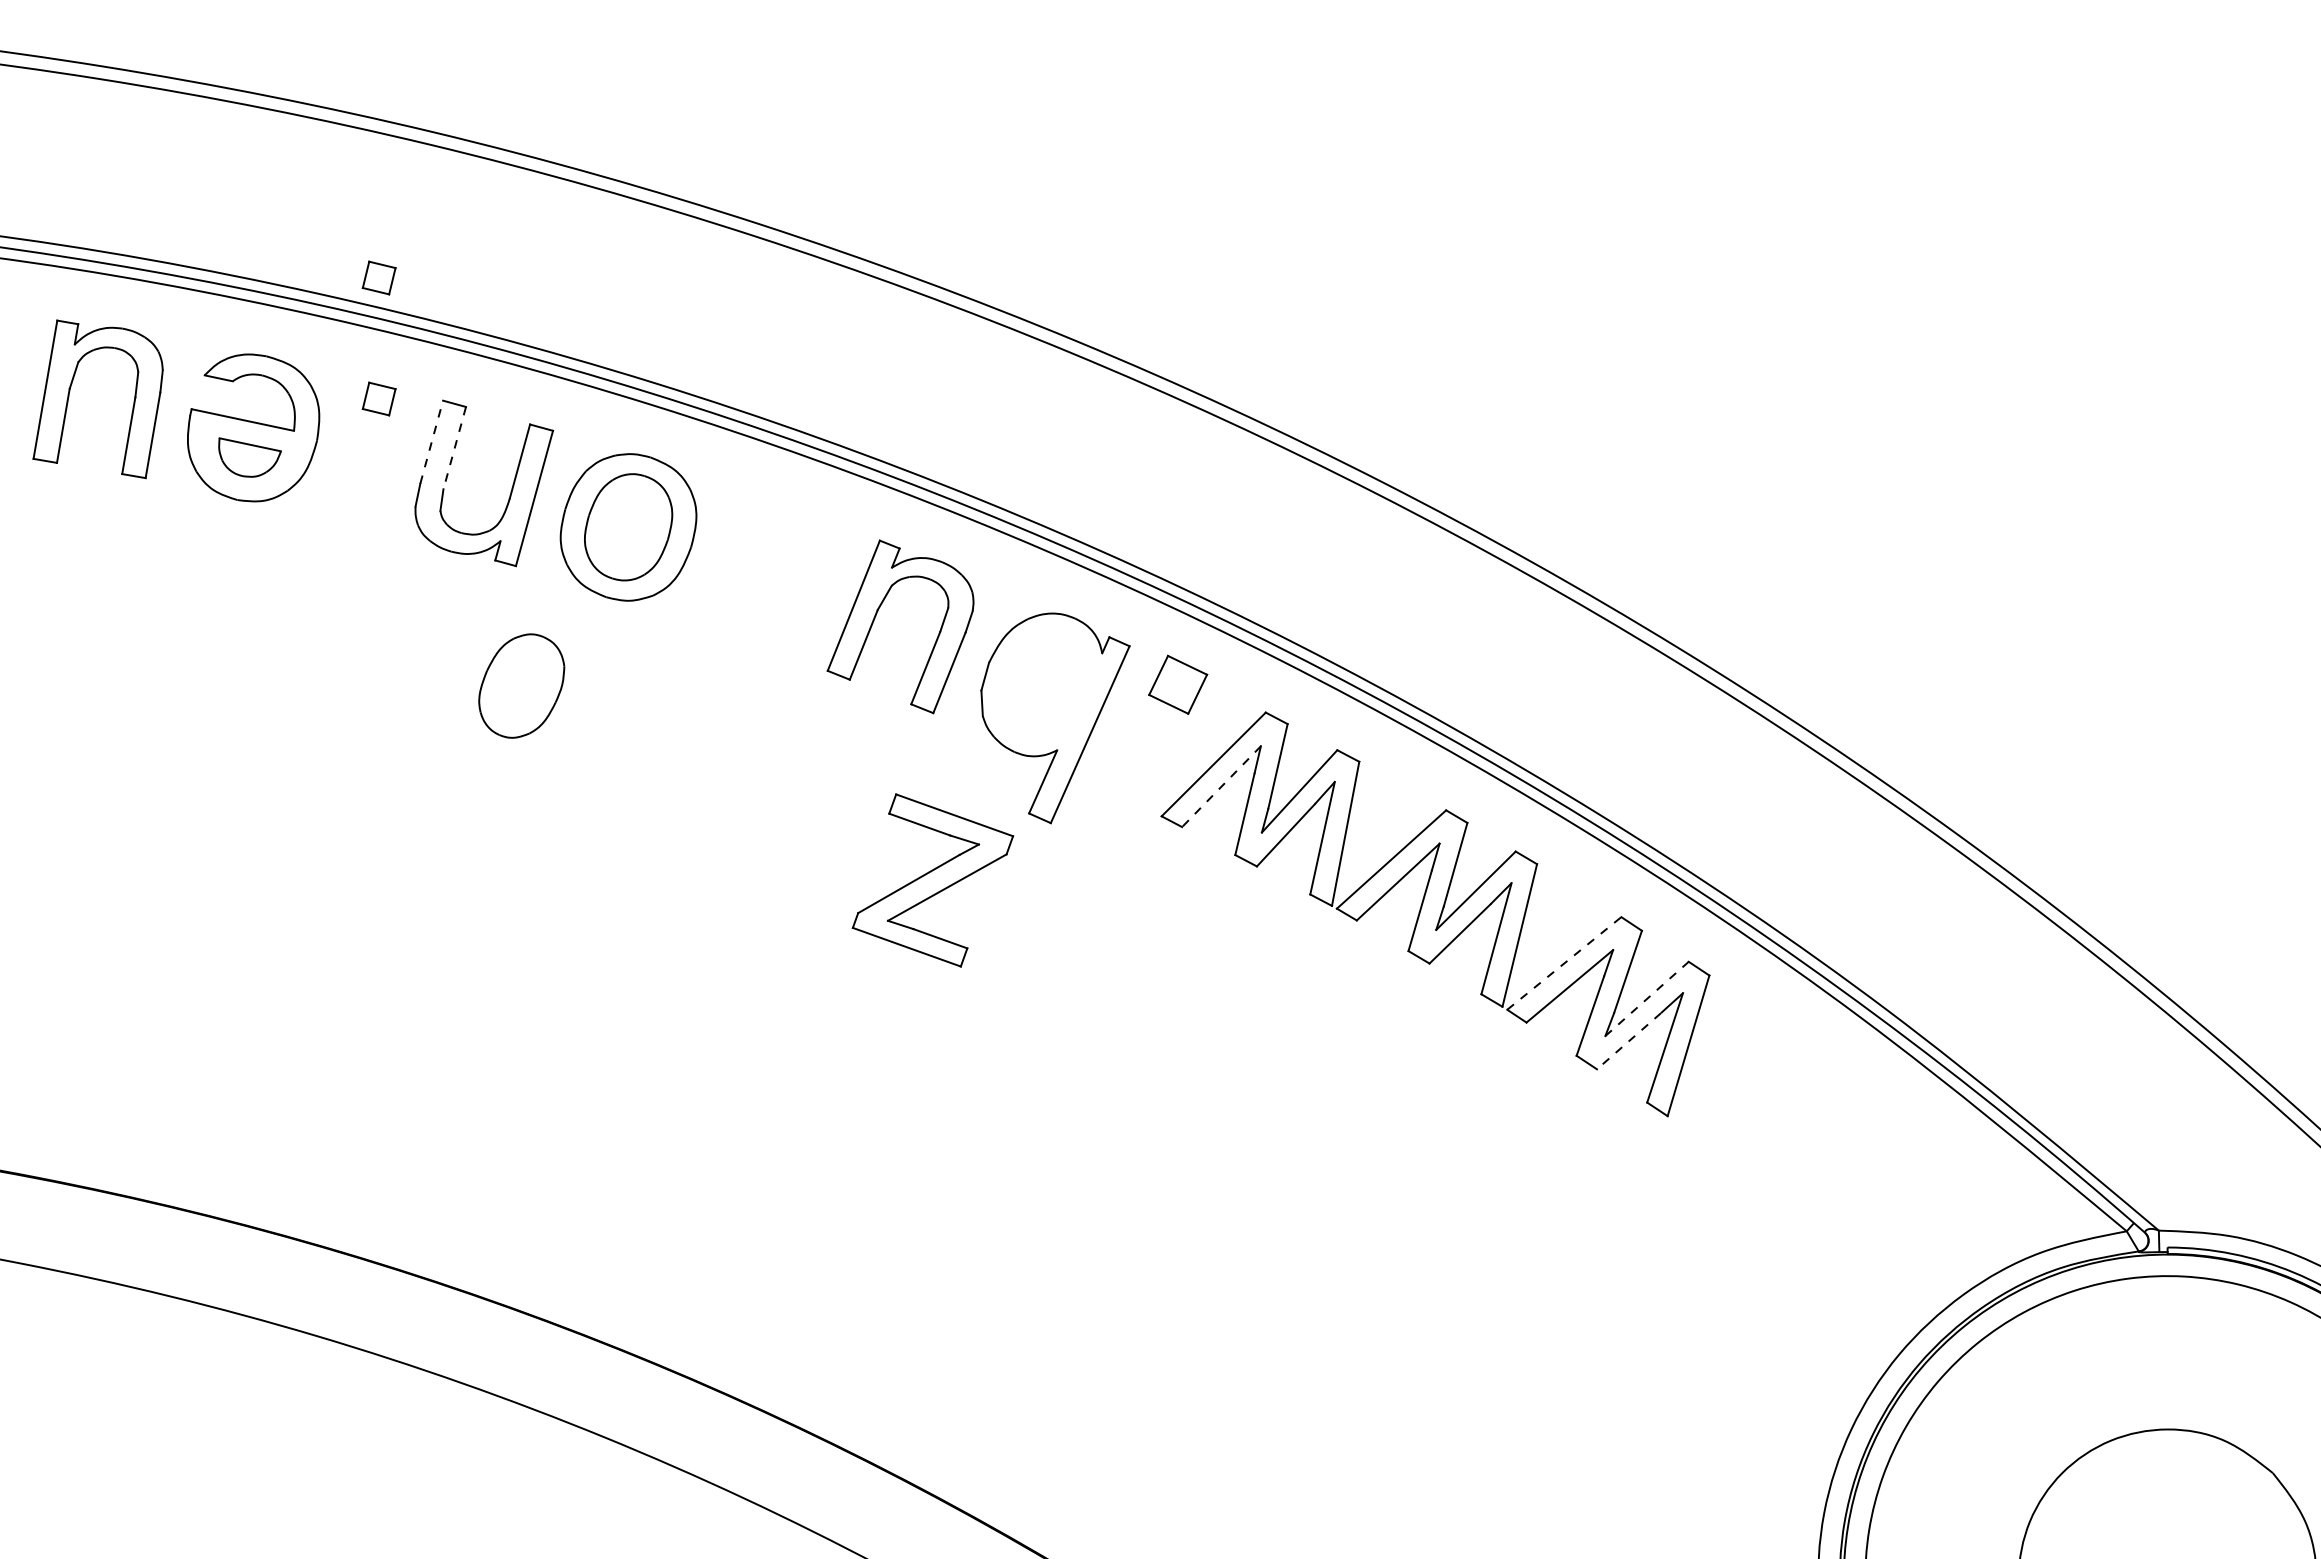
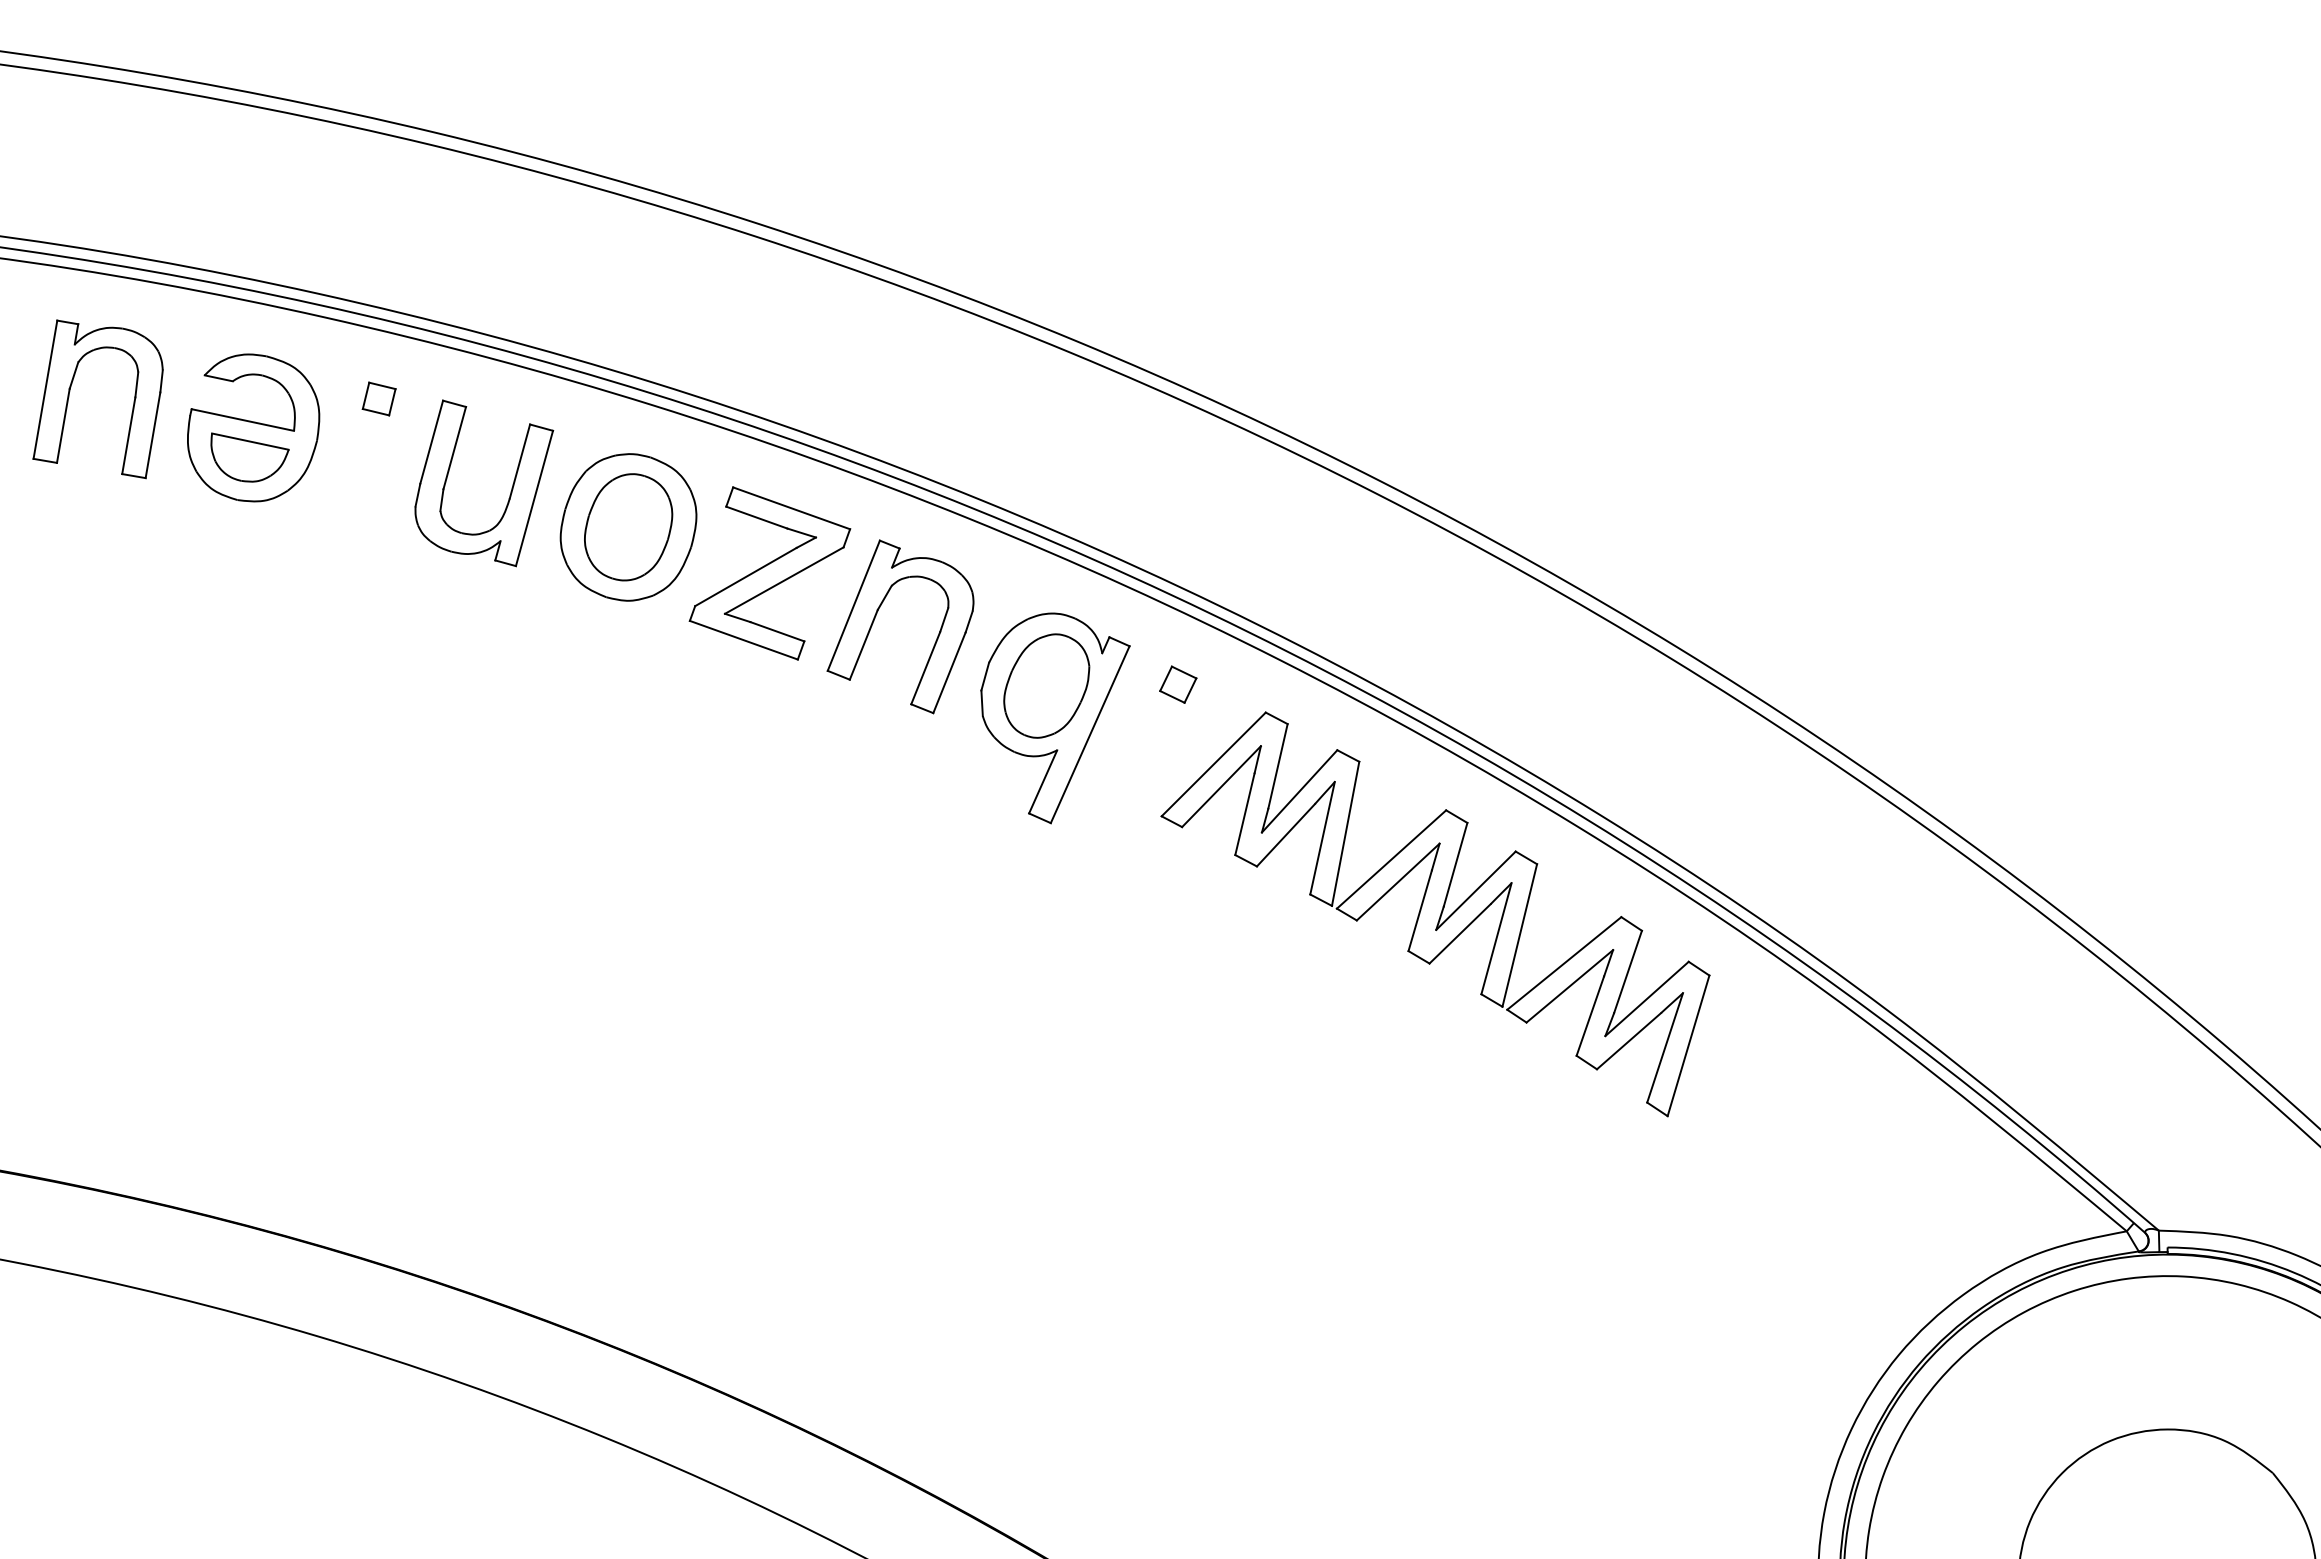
part at (378, 277): present -> none
line at (431, 441): dashed -> solid
line at (454, 448): dashed -> solid
part at (249, 457) size: 64x41 px -> 80x51 px
part at (1178, 684) size: 61x61 px -> 39x39 px
part at (521, 685) position: (521, 685) -> (1046, 685)
line at (1221, 787): dashed -> solid
part at (932, 880) position: (932, 880) -> (769, 573)
line at (1564, 963): dashed -> solid
line at (1647, 998): dashed -> solid
line at (1629, 1041): dashed -> solid
